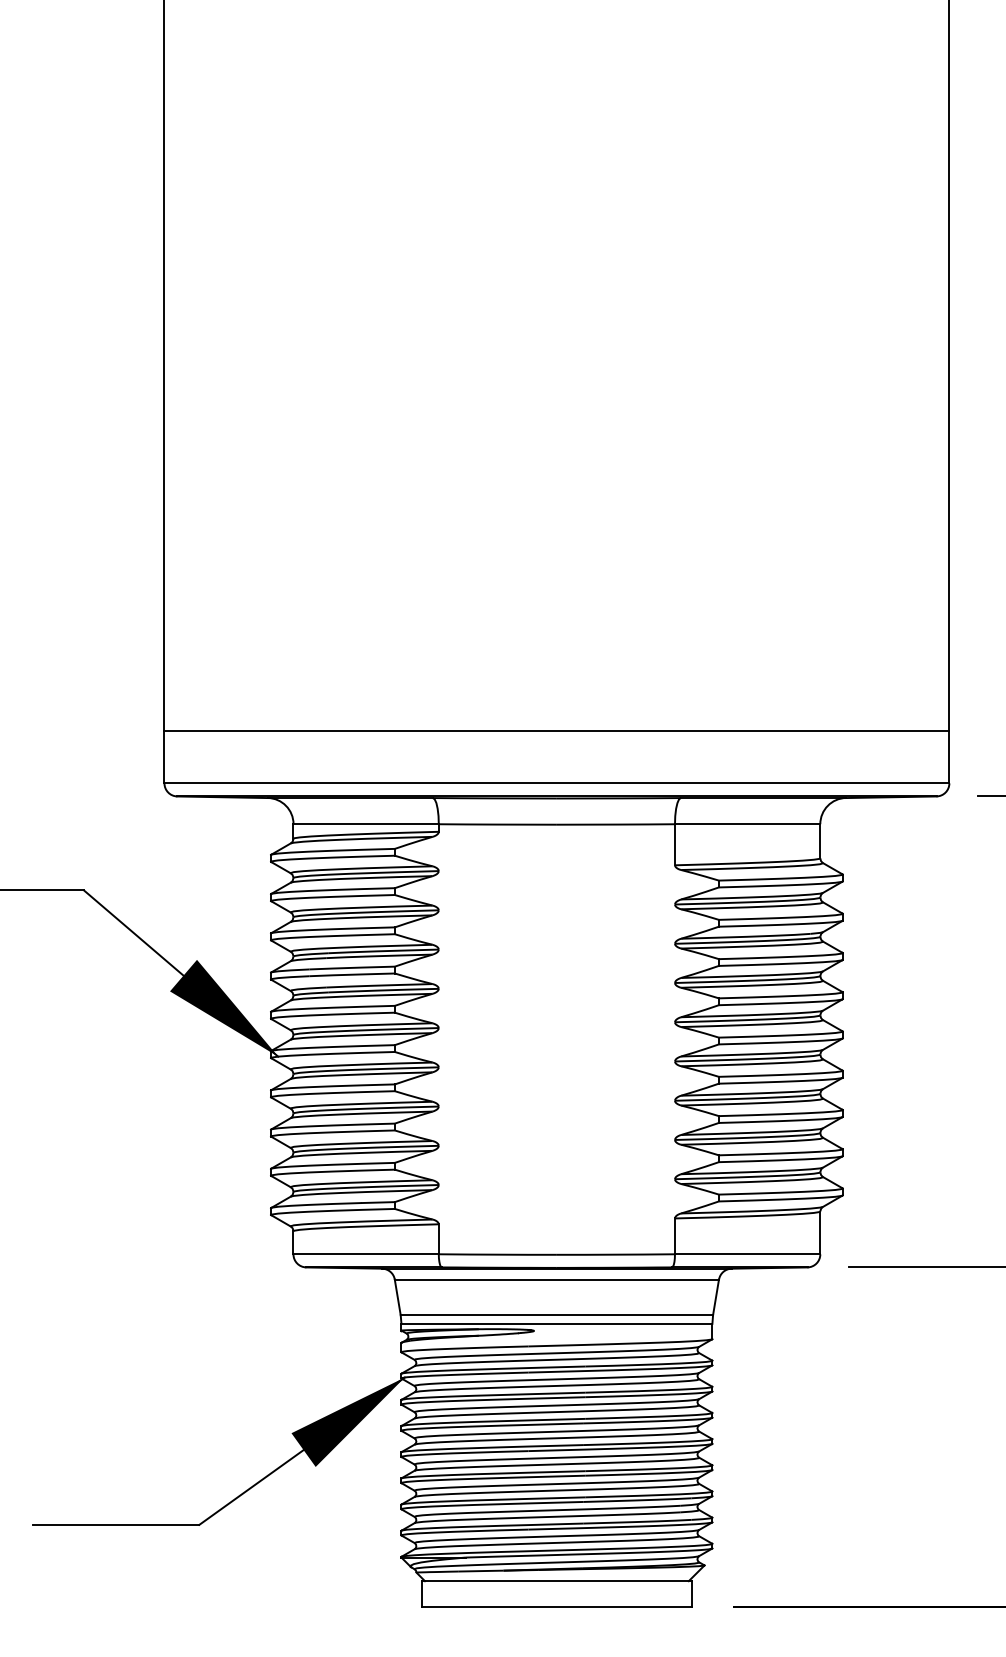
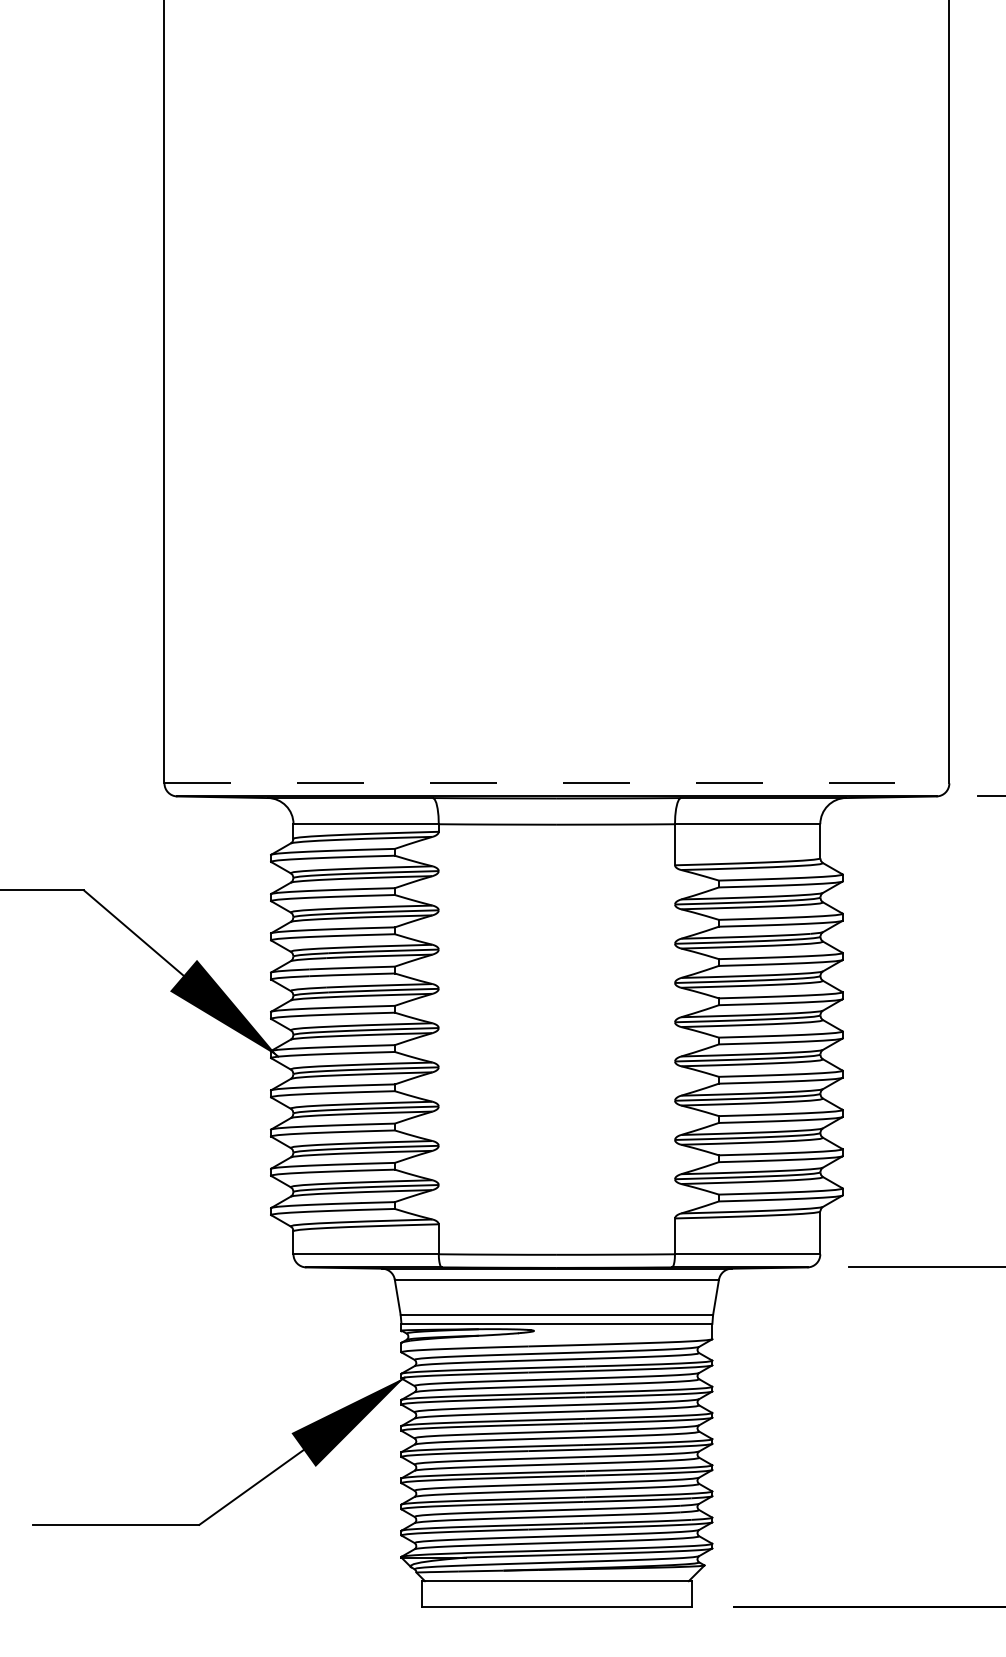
line at (556, 730): present -> none
line at (557, 783): solid -> dashed
